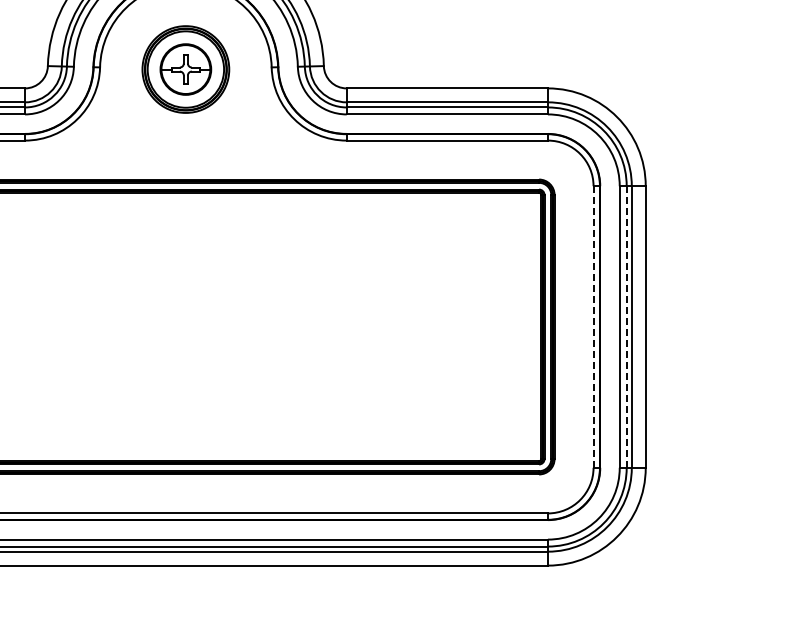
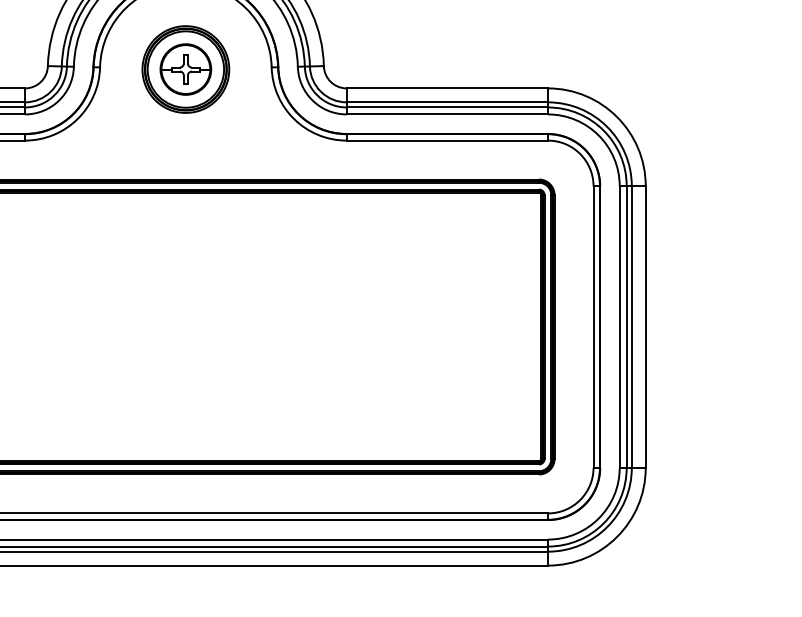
line at (593, 327): dashed -> solid
line at (626, 327): dashed -> solid
